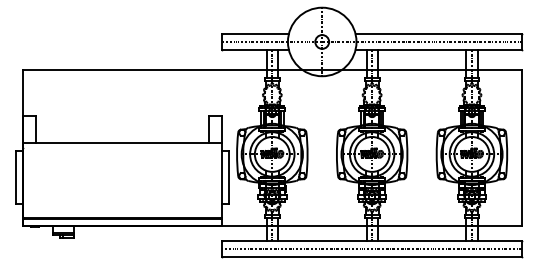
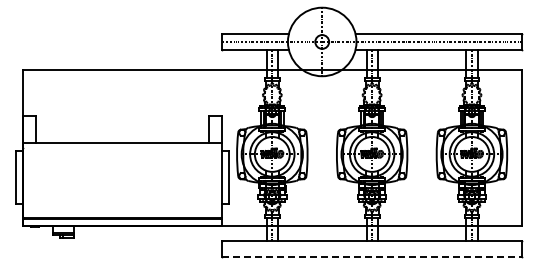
line at (371, 249): present -> none
line at (372, 257): solid -> dashed
